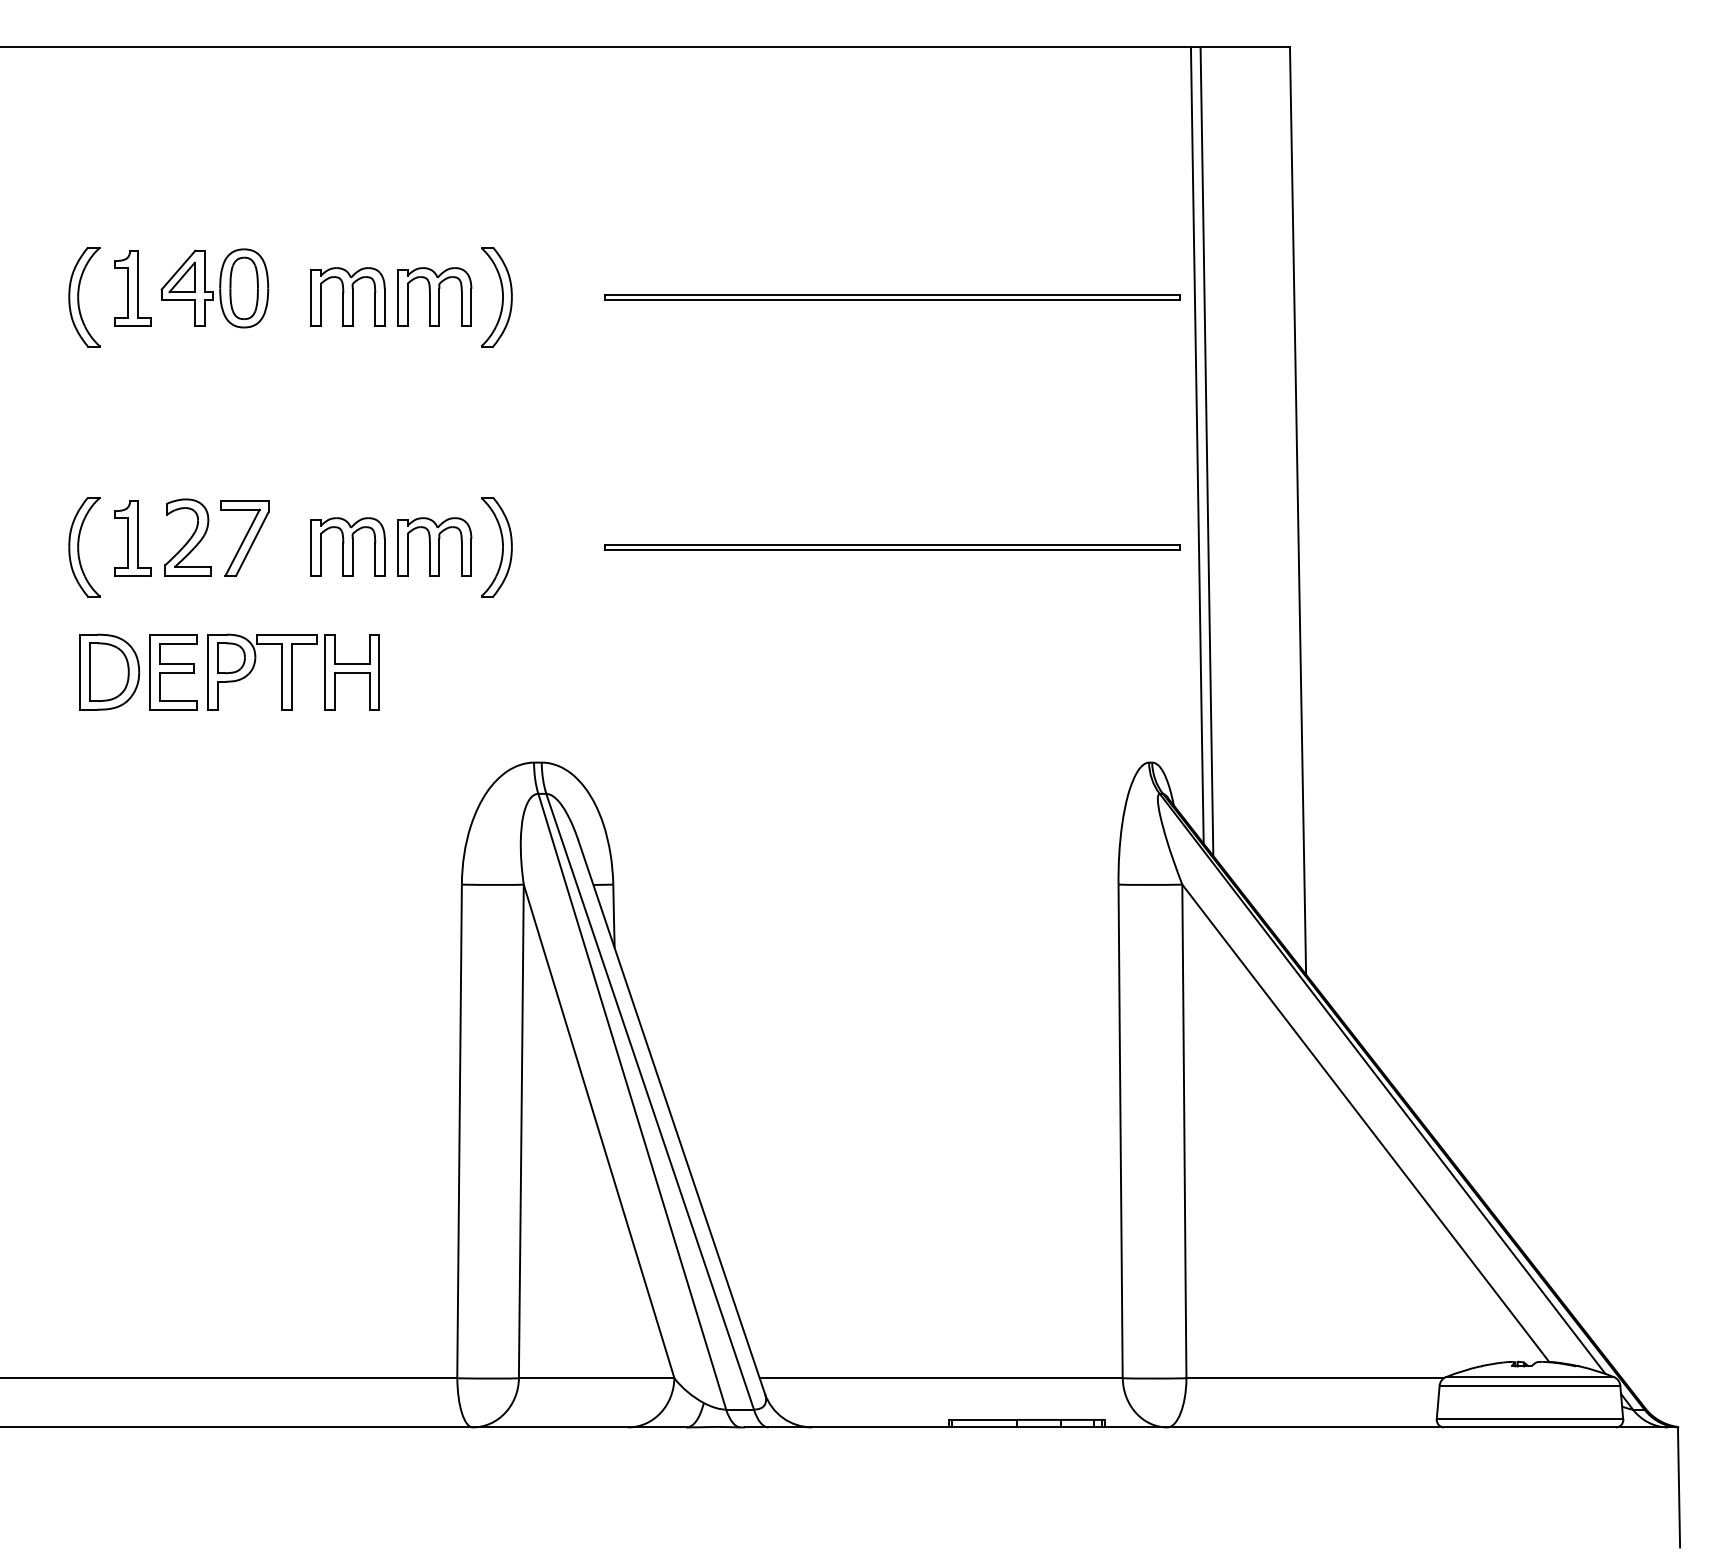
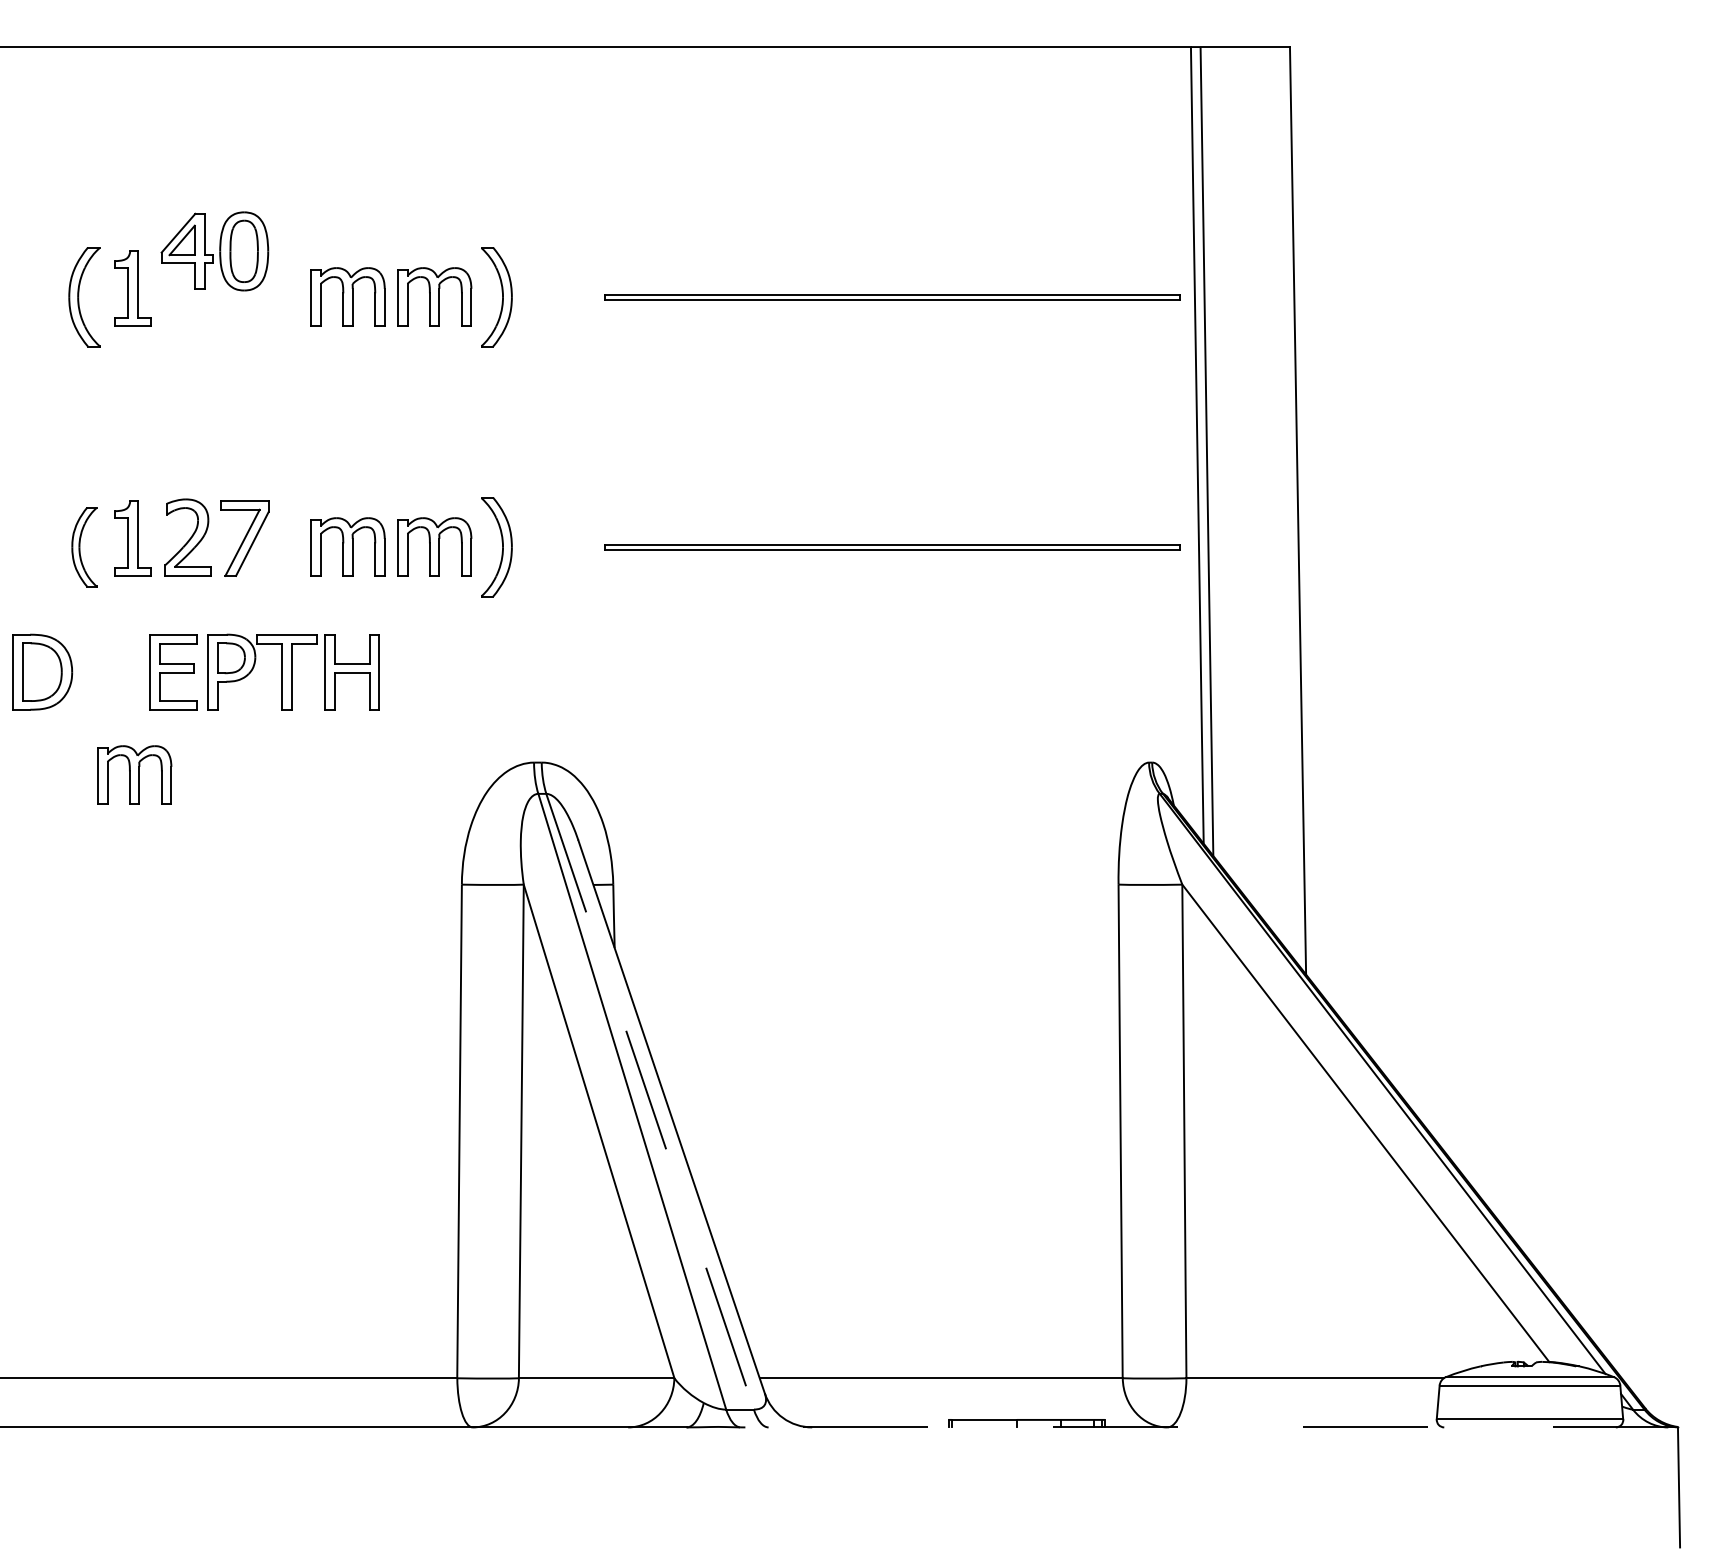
part at (214, 288) position: (214, 288) -> (214, 251)
part at (84, 547) size: 33x101 px -> 27x81 px
part at (109, 671) position: (109, 671) -> (42, 671)
part at (134, 774): none -> present
line at (650, 1101): solid -> dashed
line at (1211, 1427): solid -> dashed
